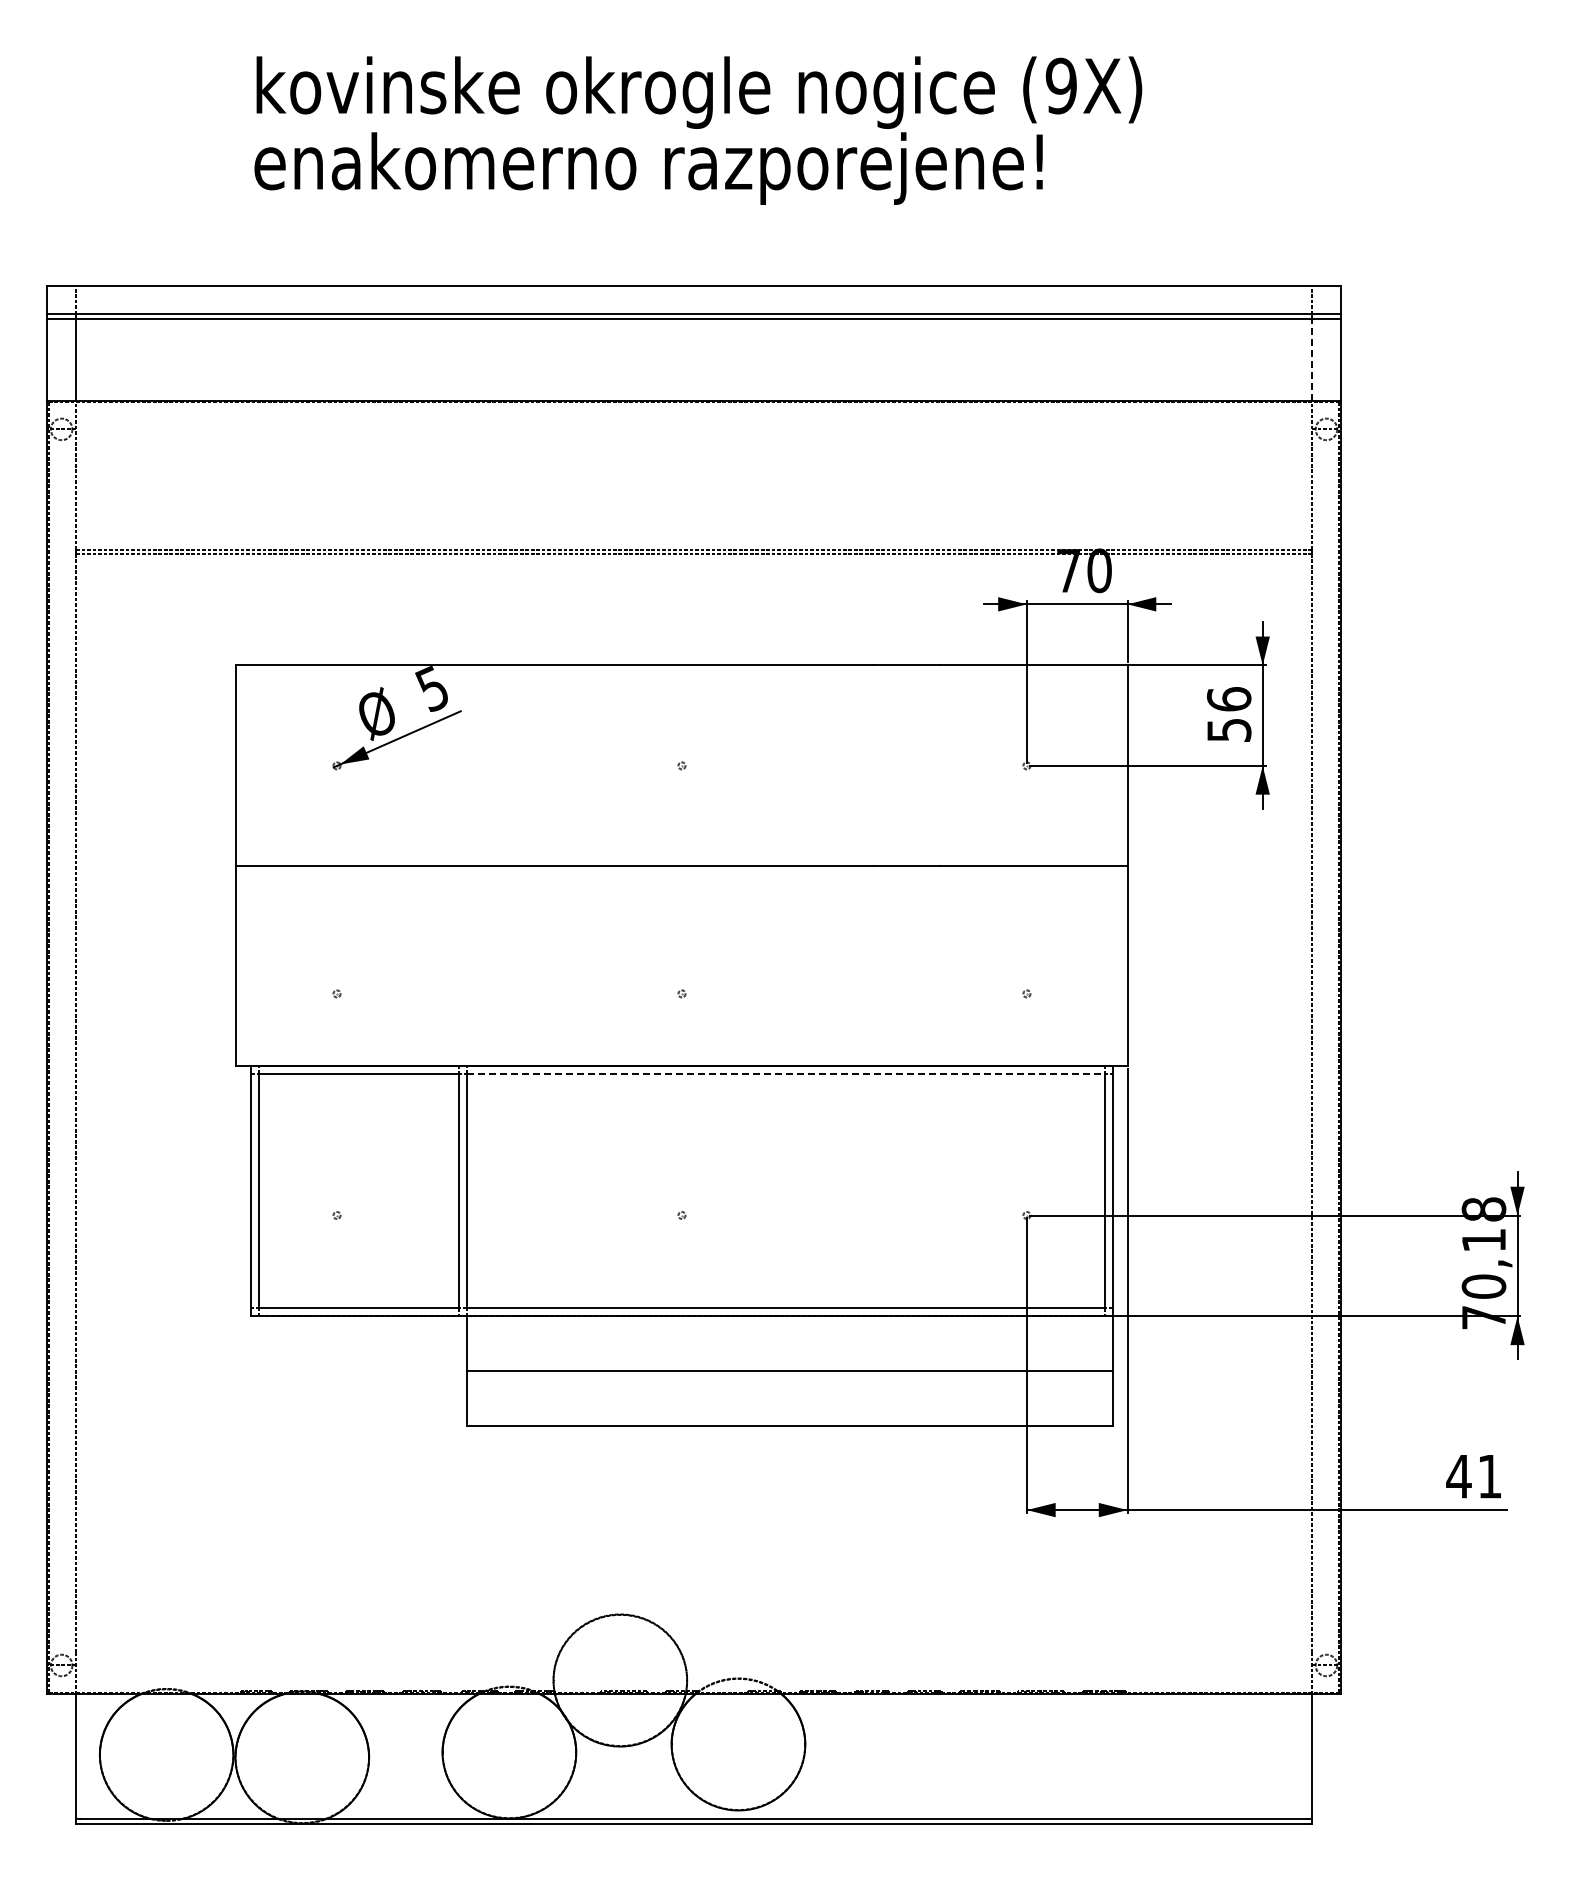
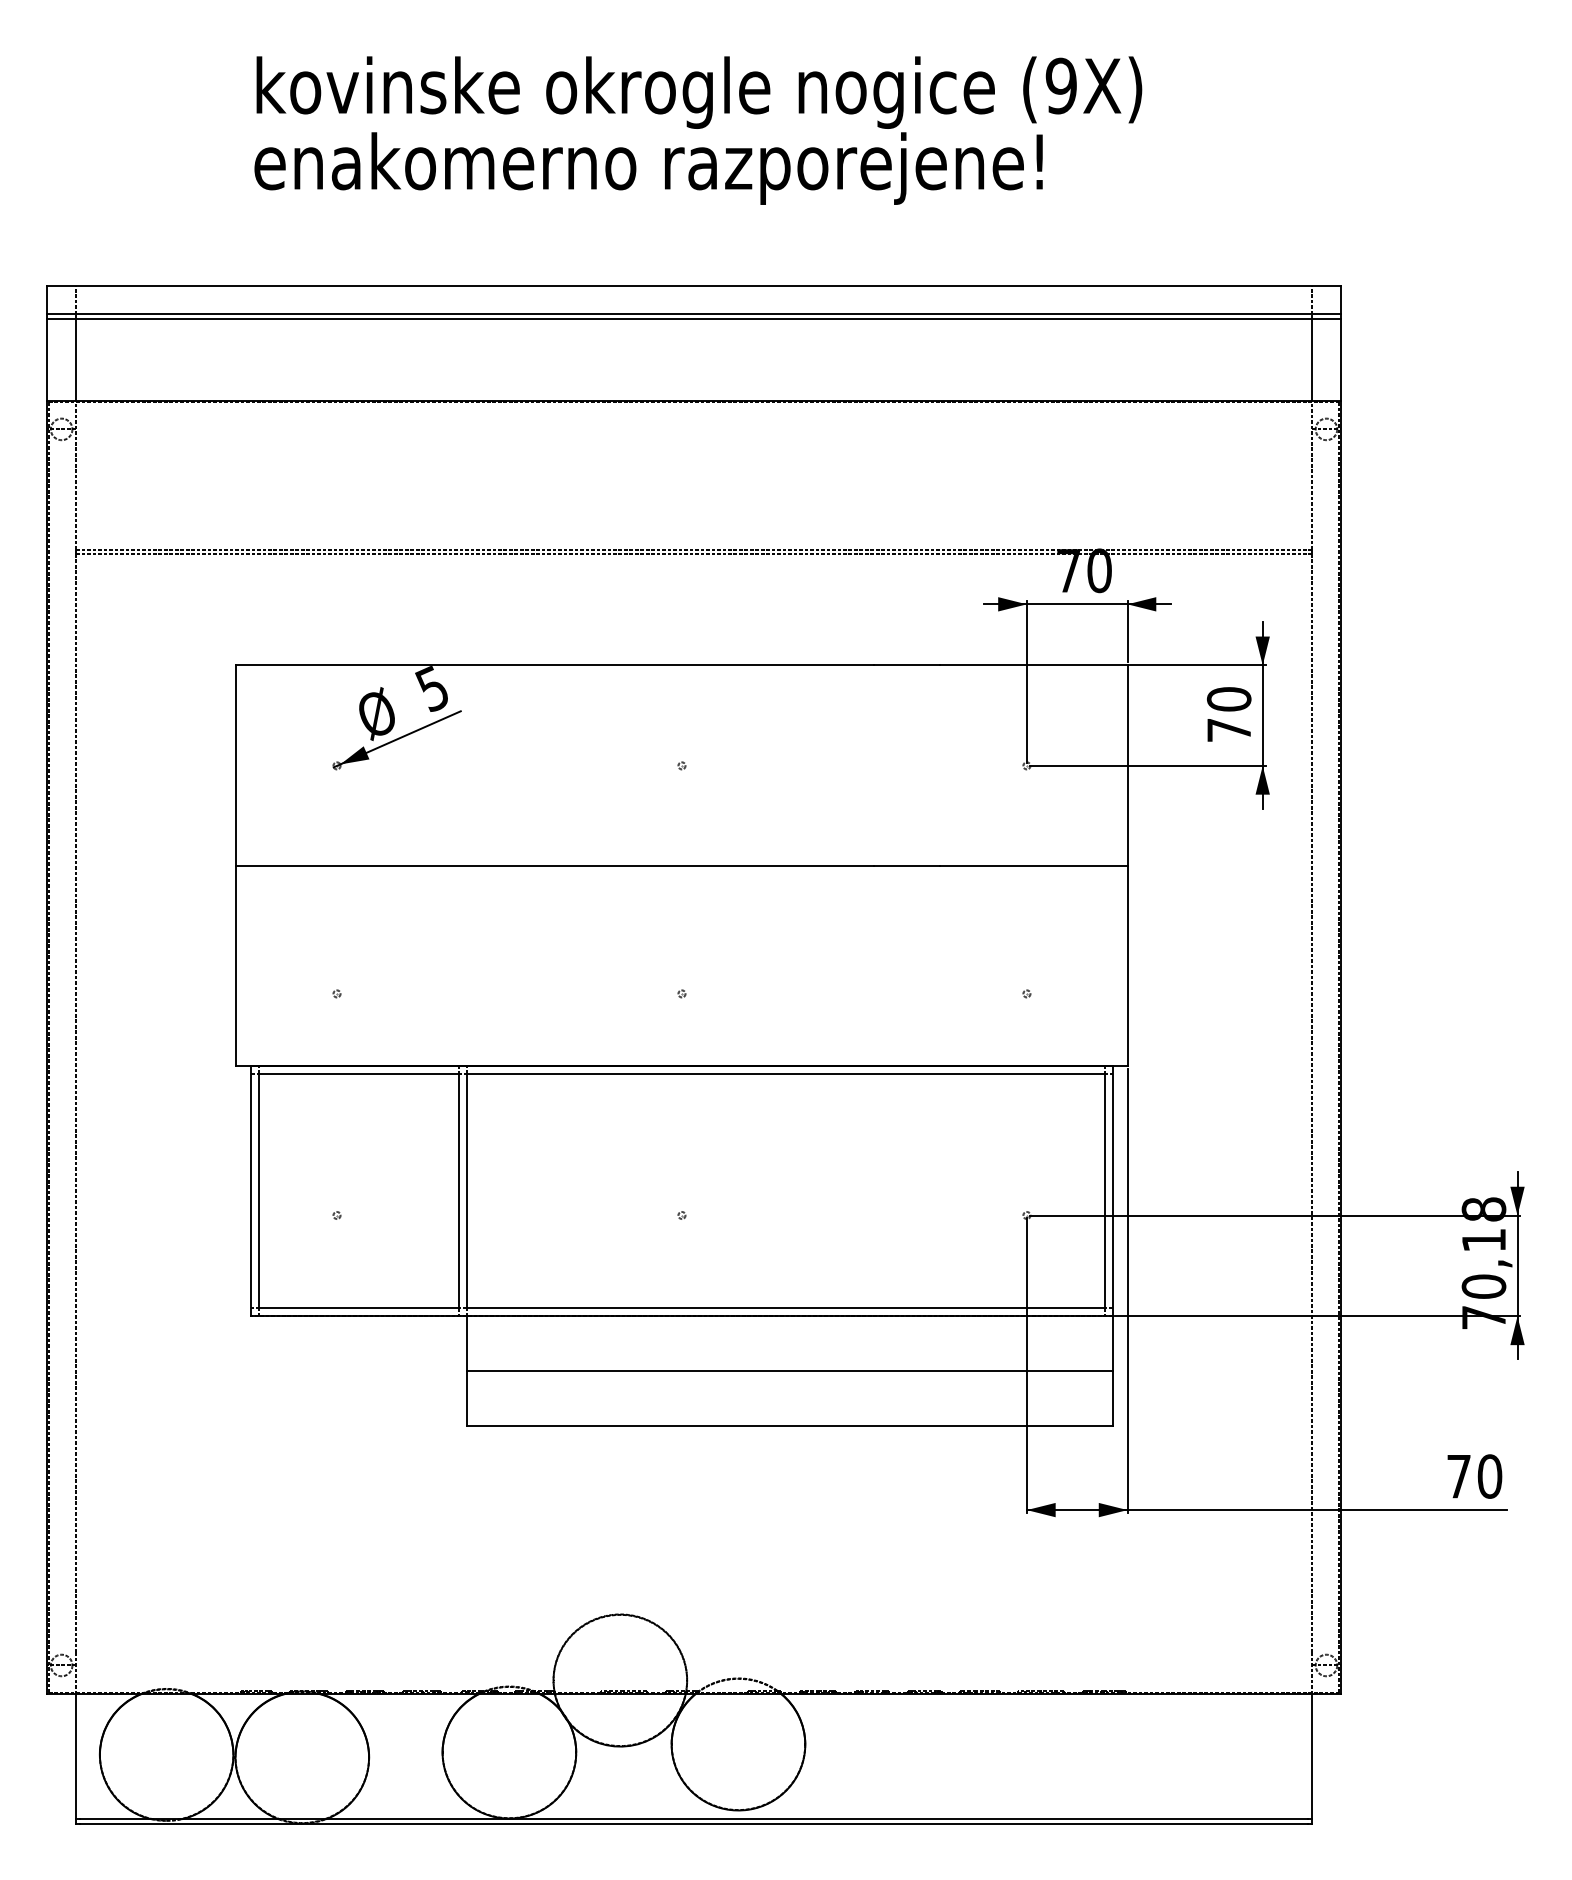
line at (1312, 359): dashed -> solid
text at (1228, 714): 56 -> 70
line at (785, 1073): dashed -> solid
text at (1474, 1476): 41 -> 70
